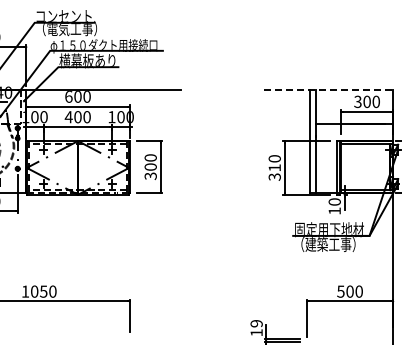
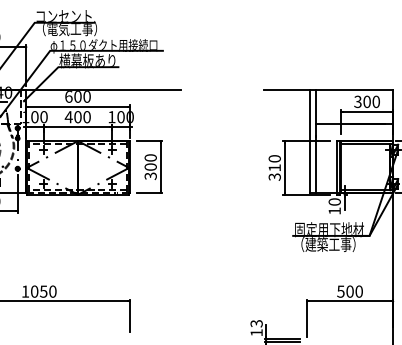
line at (329, 89): dashed -> solid
text at (256, 323): 19 -> 13
